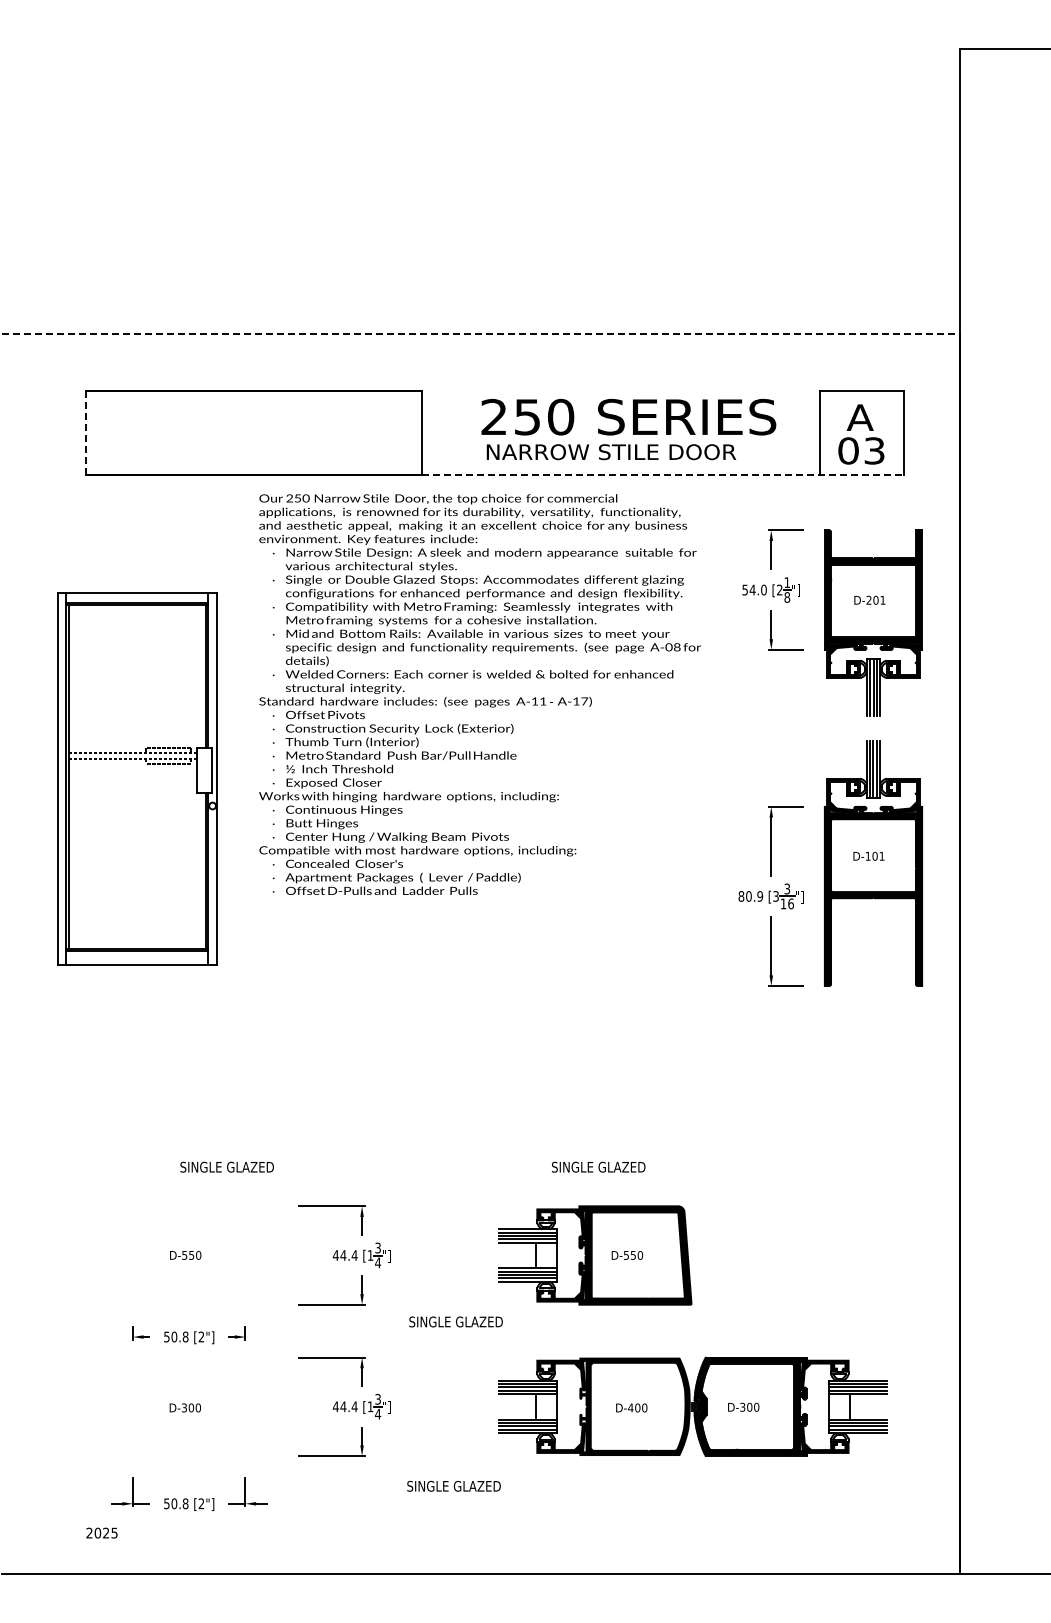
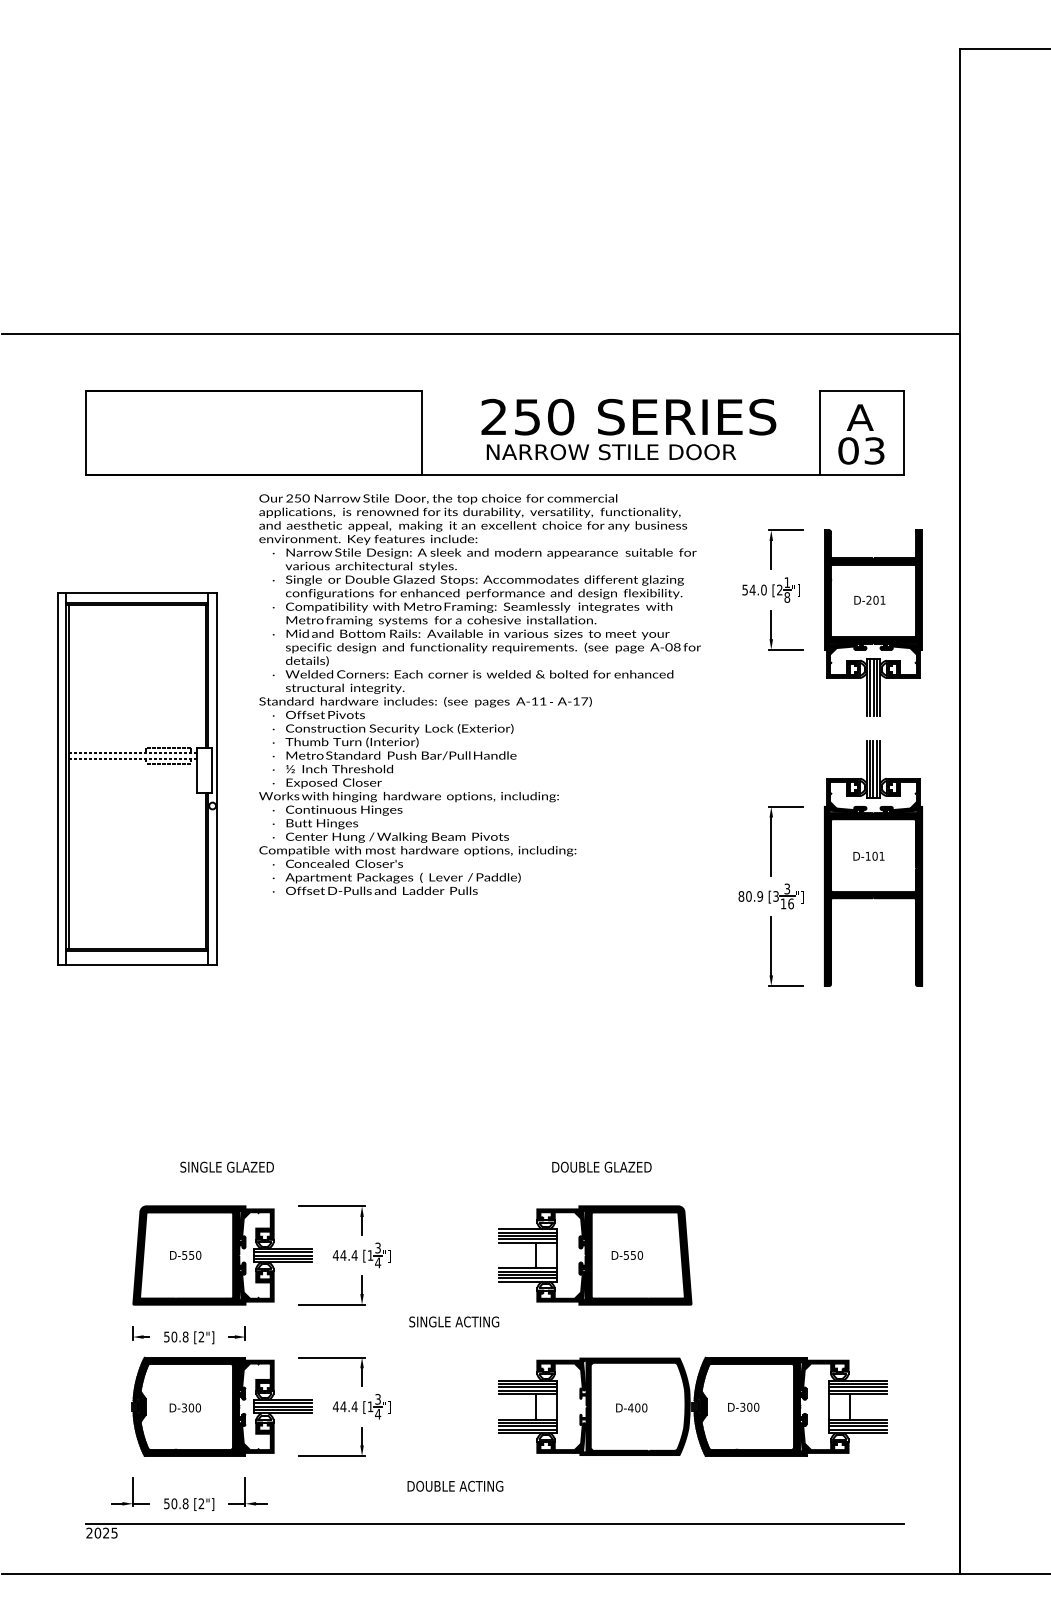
line at (481, 334): dashed -> solid
line at (85, 432): dashed -> solid
line at (663, 474): dashed -> solid
text at (601, 1166): SINGLE GLAZED -> DOUBLE GLAZED
part at (222, 1255): none -> present
text at (478, 1321): SINGLE GLAZED -> SINGLE ACTING
part at (221, 1406): none -> present
text at (455, 1485): SINGLE GLAZED -> DOUBLE ACTING
line at (494, 1523): none -> present
